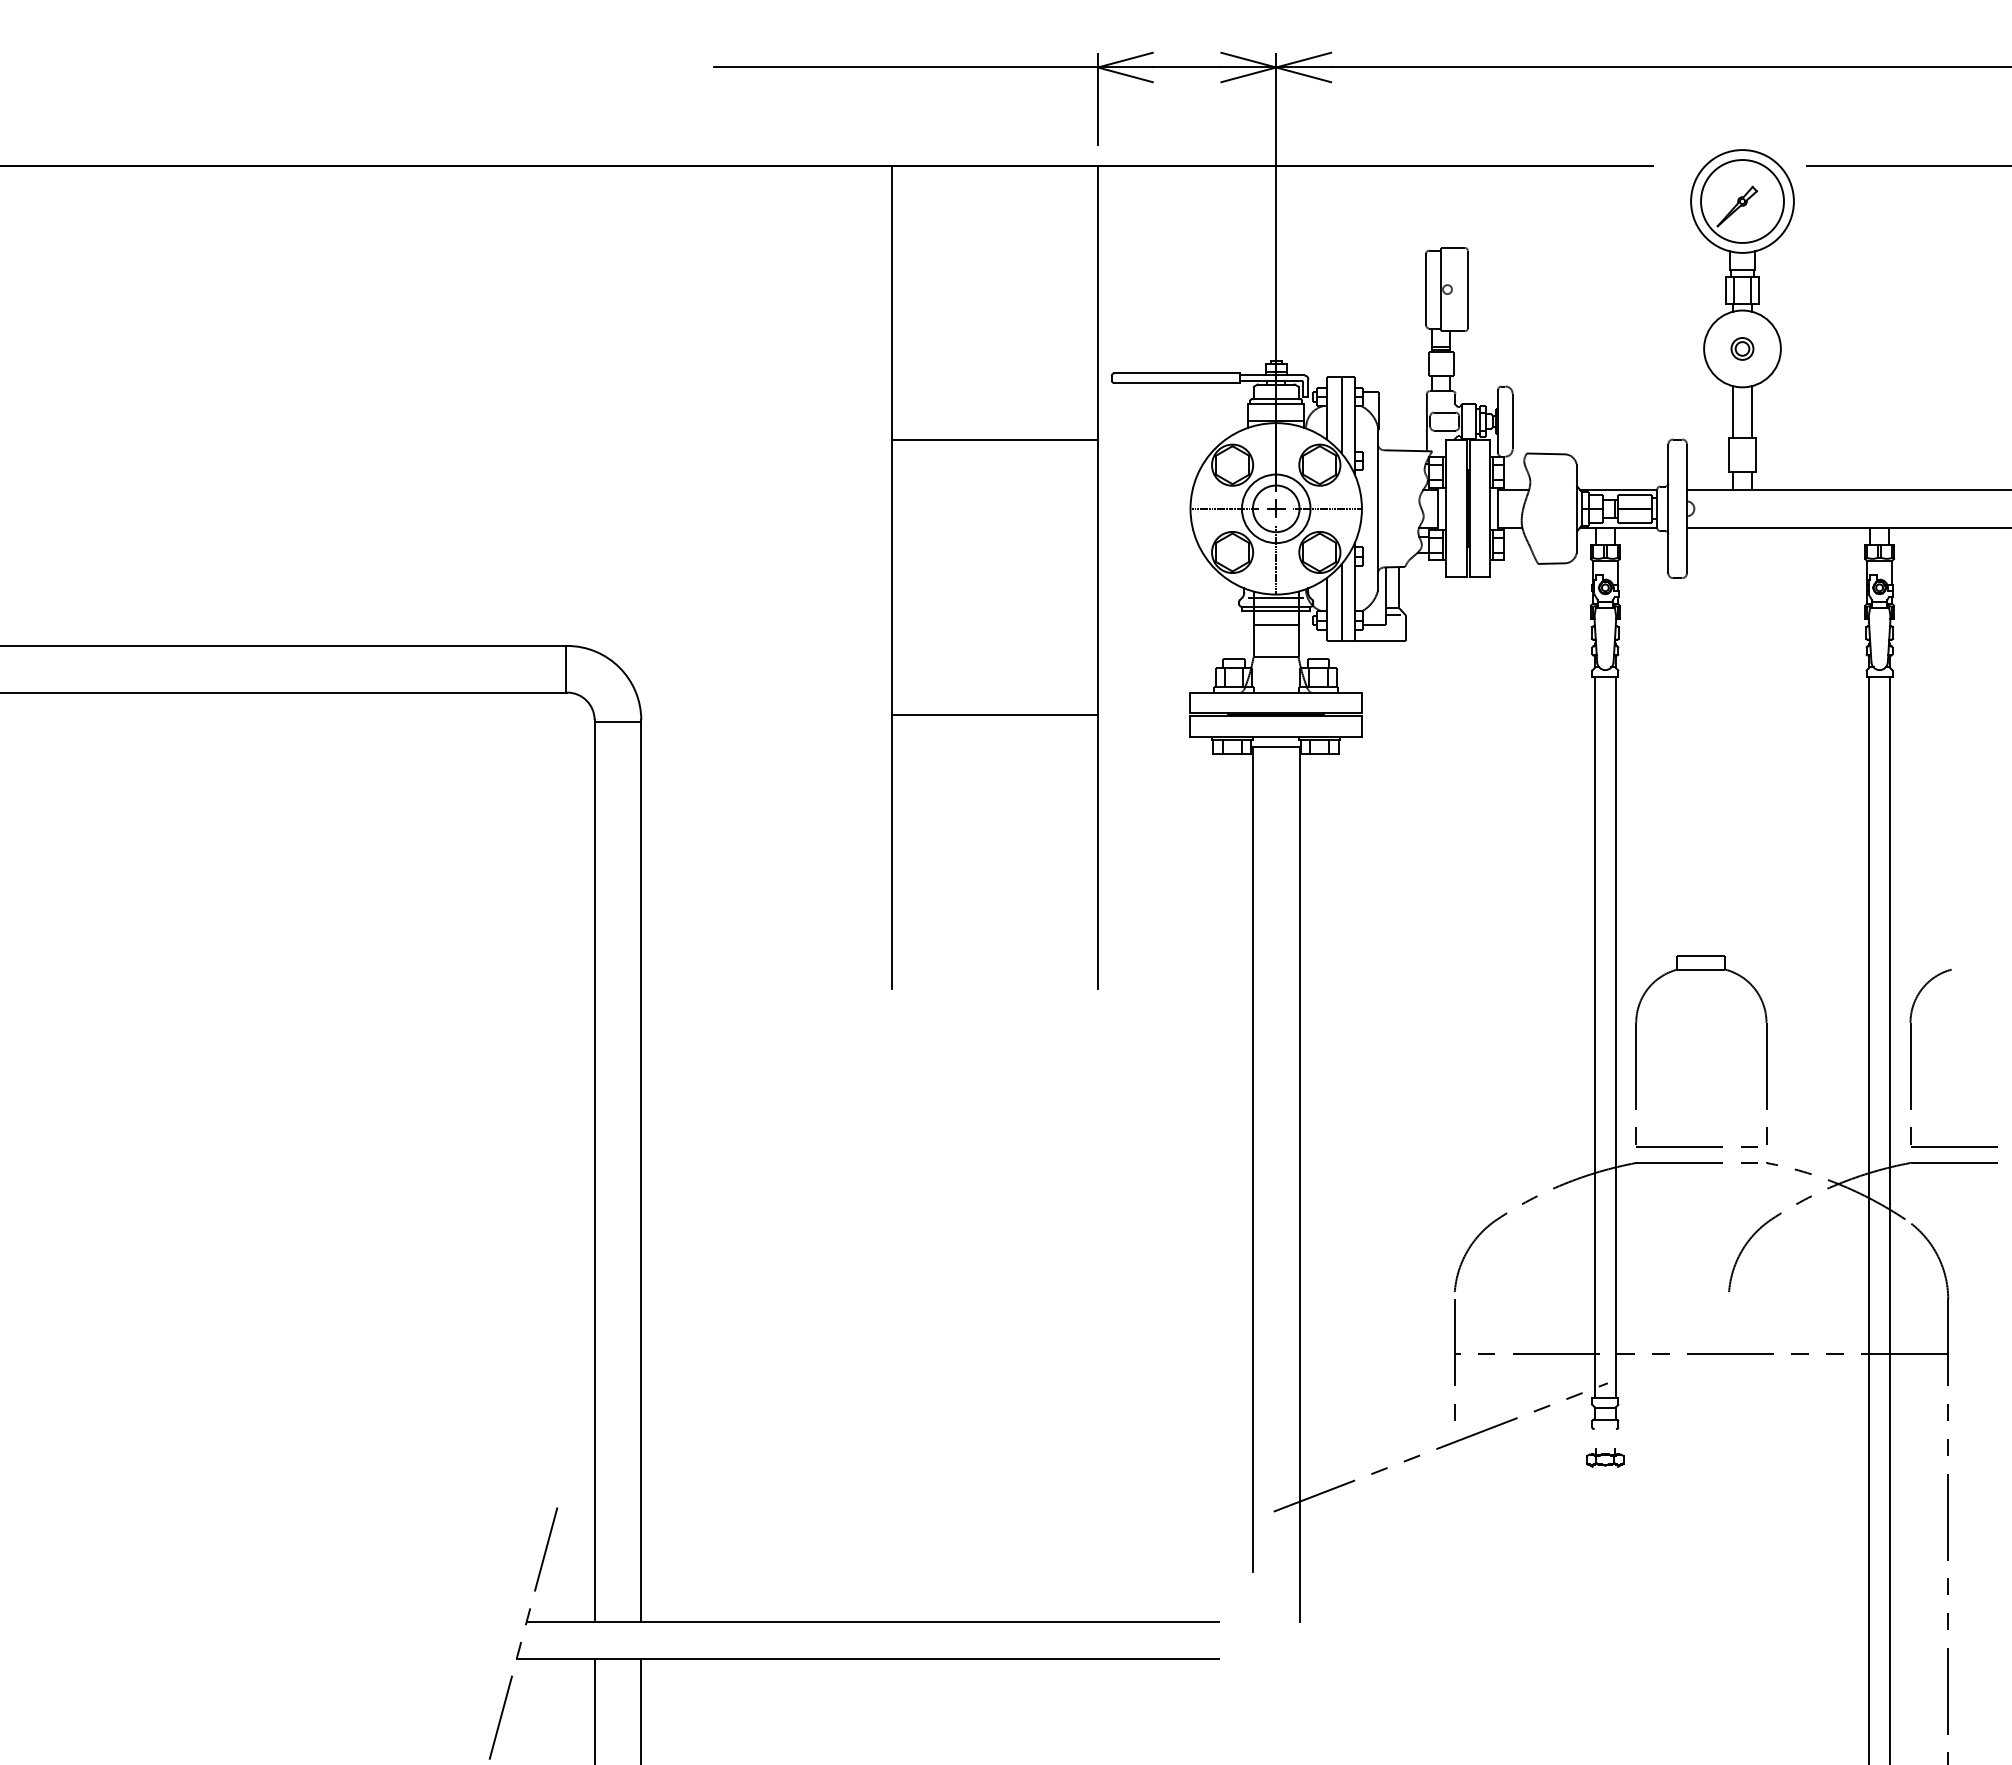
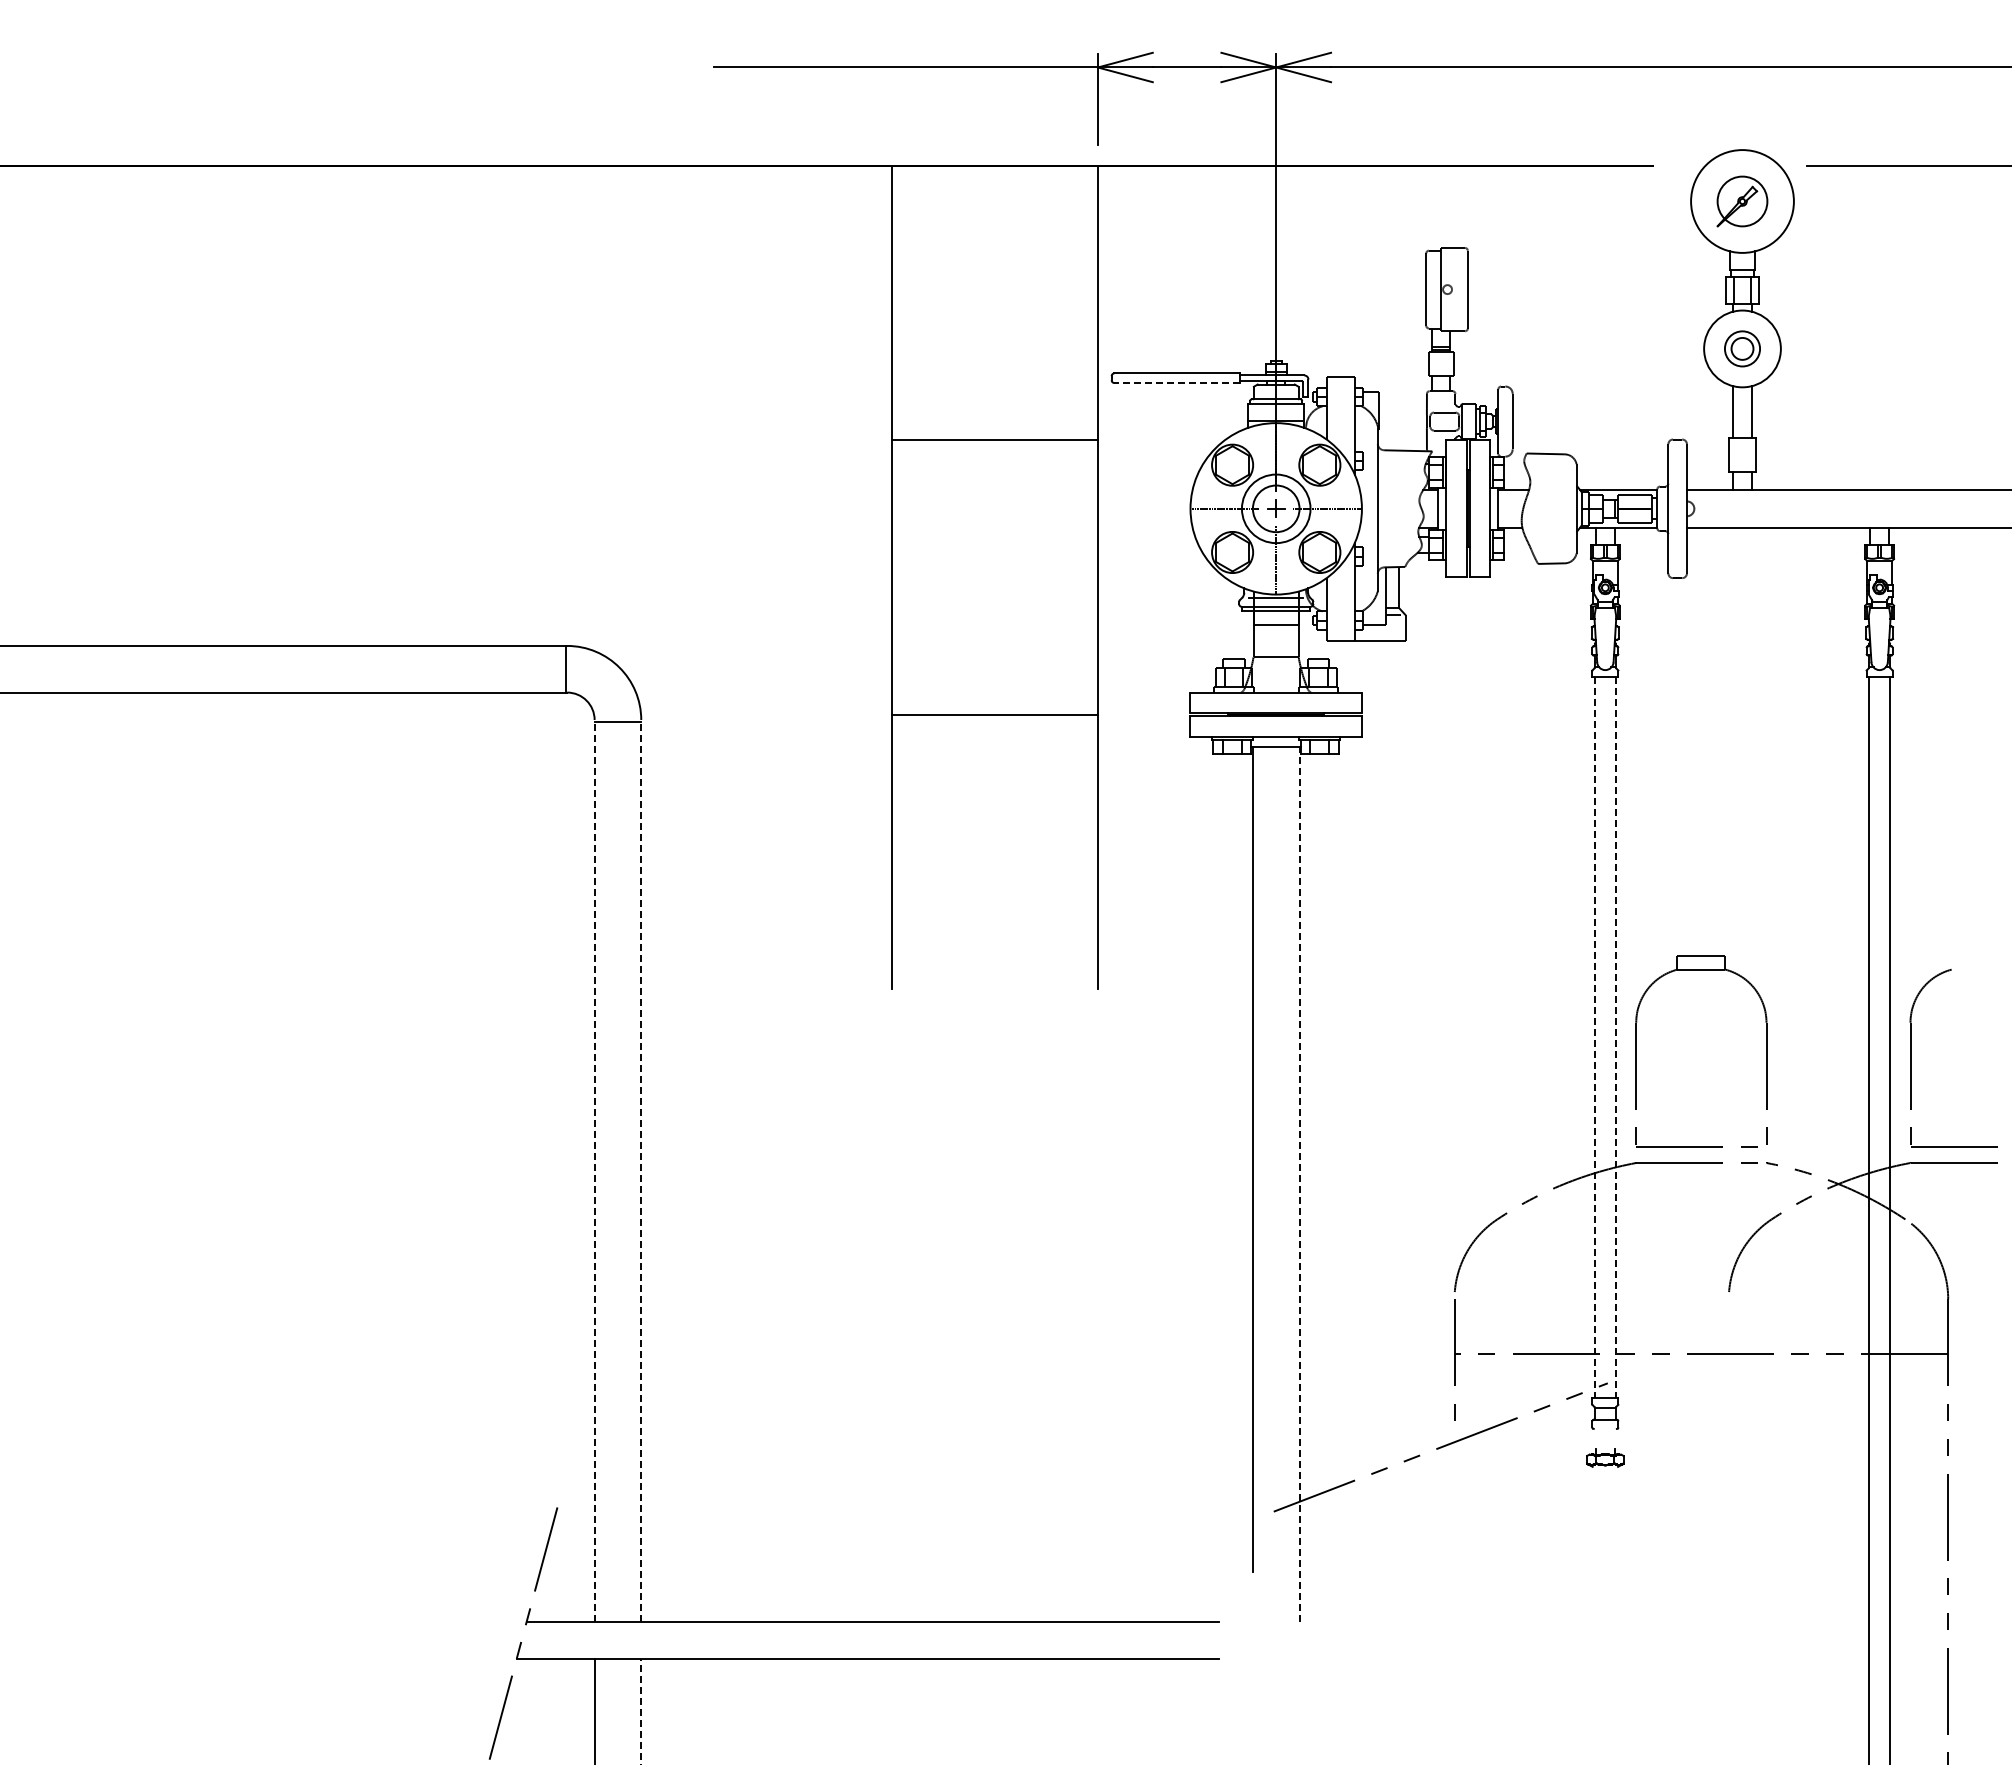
circle at (1742, 201) diameter: 83 px -> 50 px
part at (1742, 348) size: 25x24 px -> 37x38 px
line at (1177, 383): solid -> dashed
line at (1341, 415): present -> none
line at (1341, 602): present -> none
line at (1594, 1037): solid -> dashed
line at (1615, 1037): solid -> dashed
line at (594, 1170): solid -> dashed
line at (641, 1170): solid -> dashed
line at (1299, 1184): solid -> dashed
line at (641, 1711): solid -> dashed
